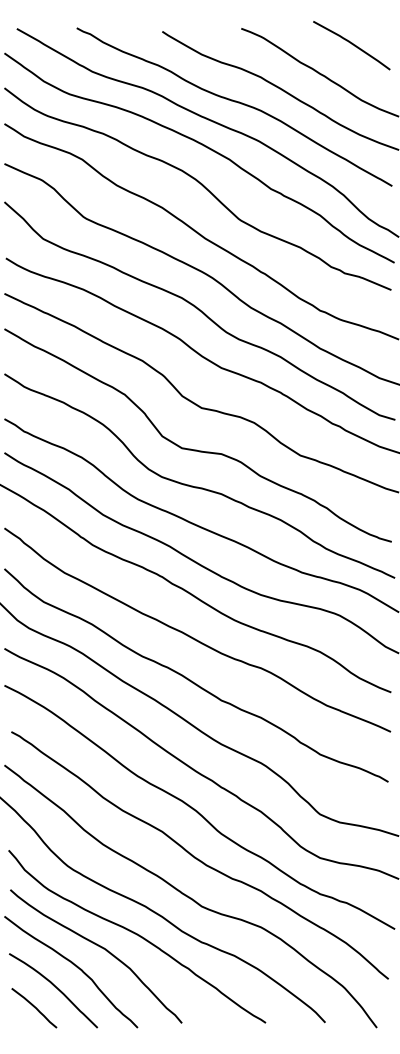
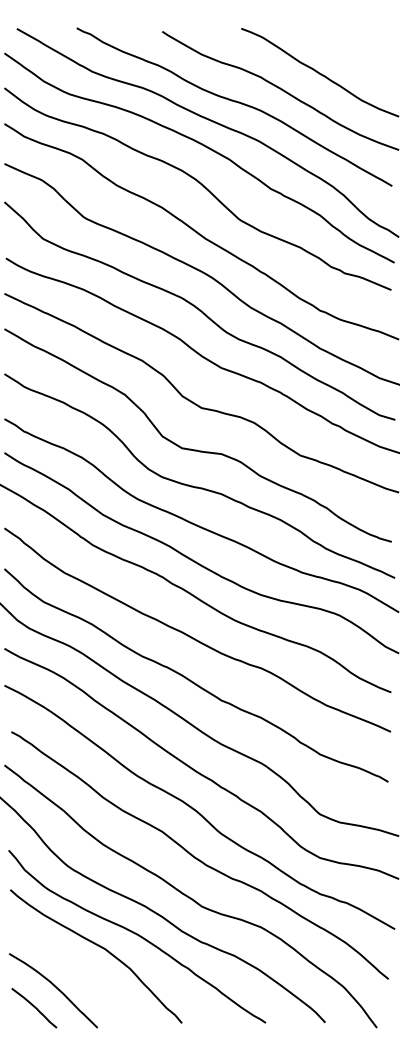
curve at (351, 44): present -> none
curve at (76, 967): present -> none
